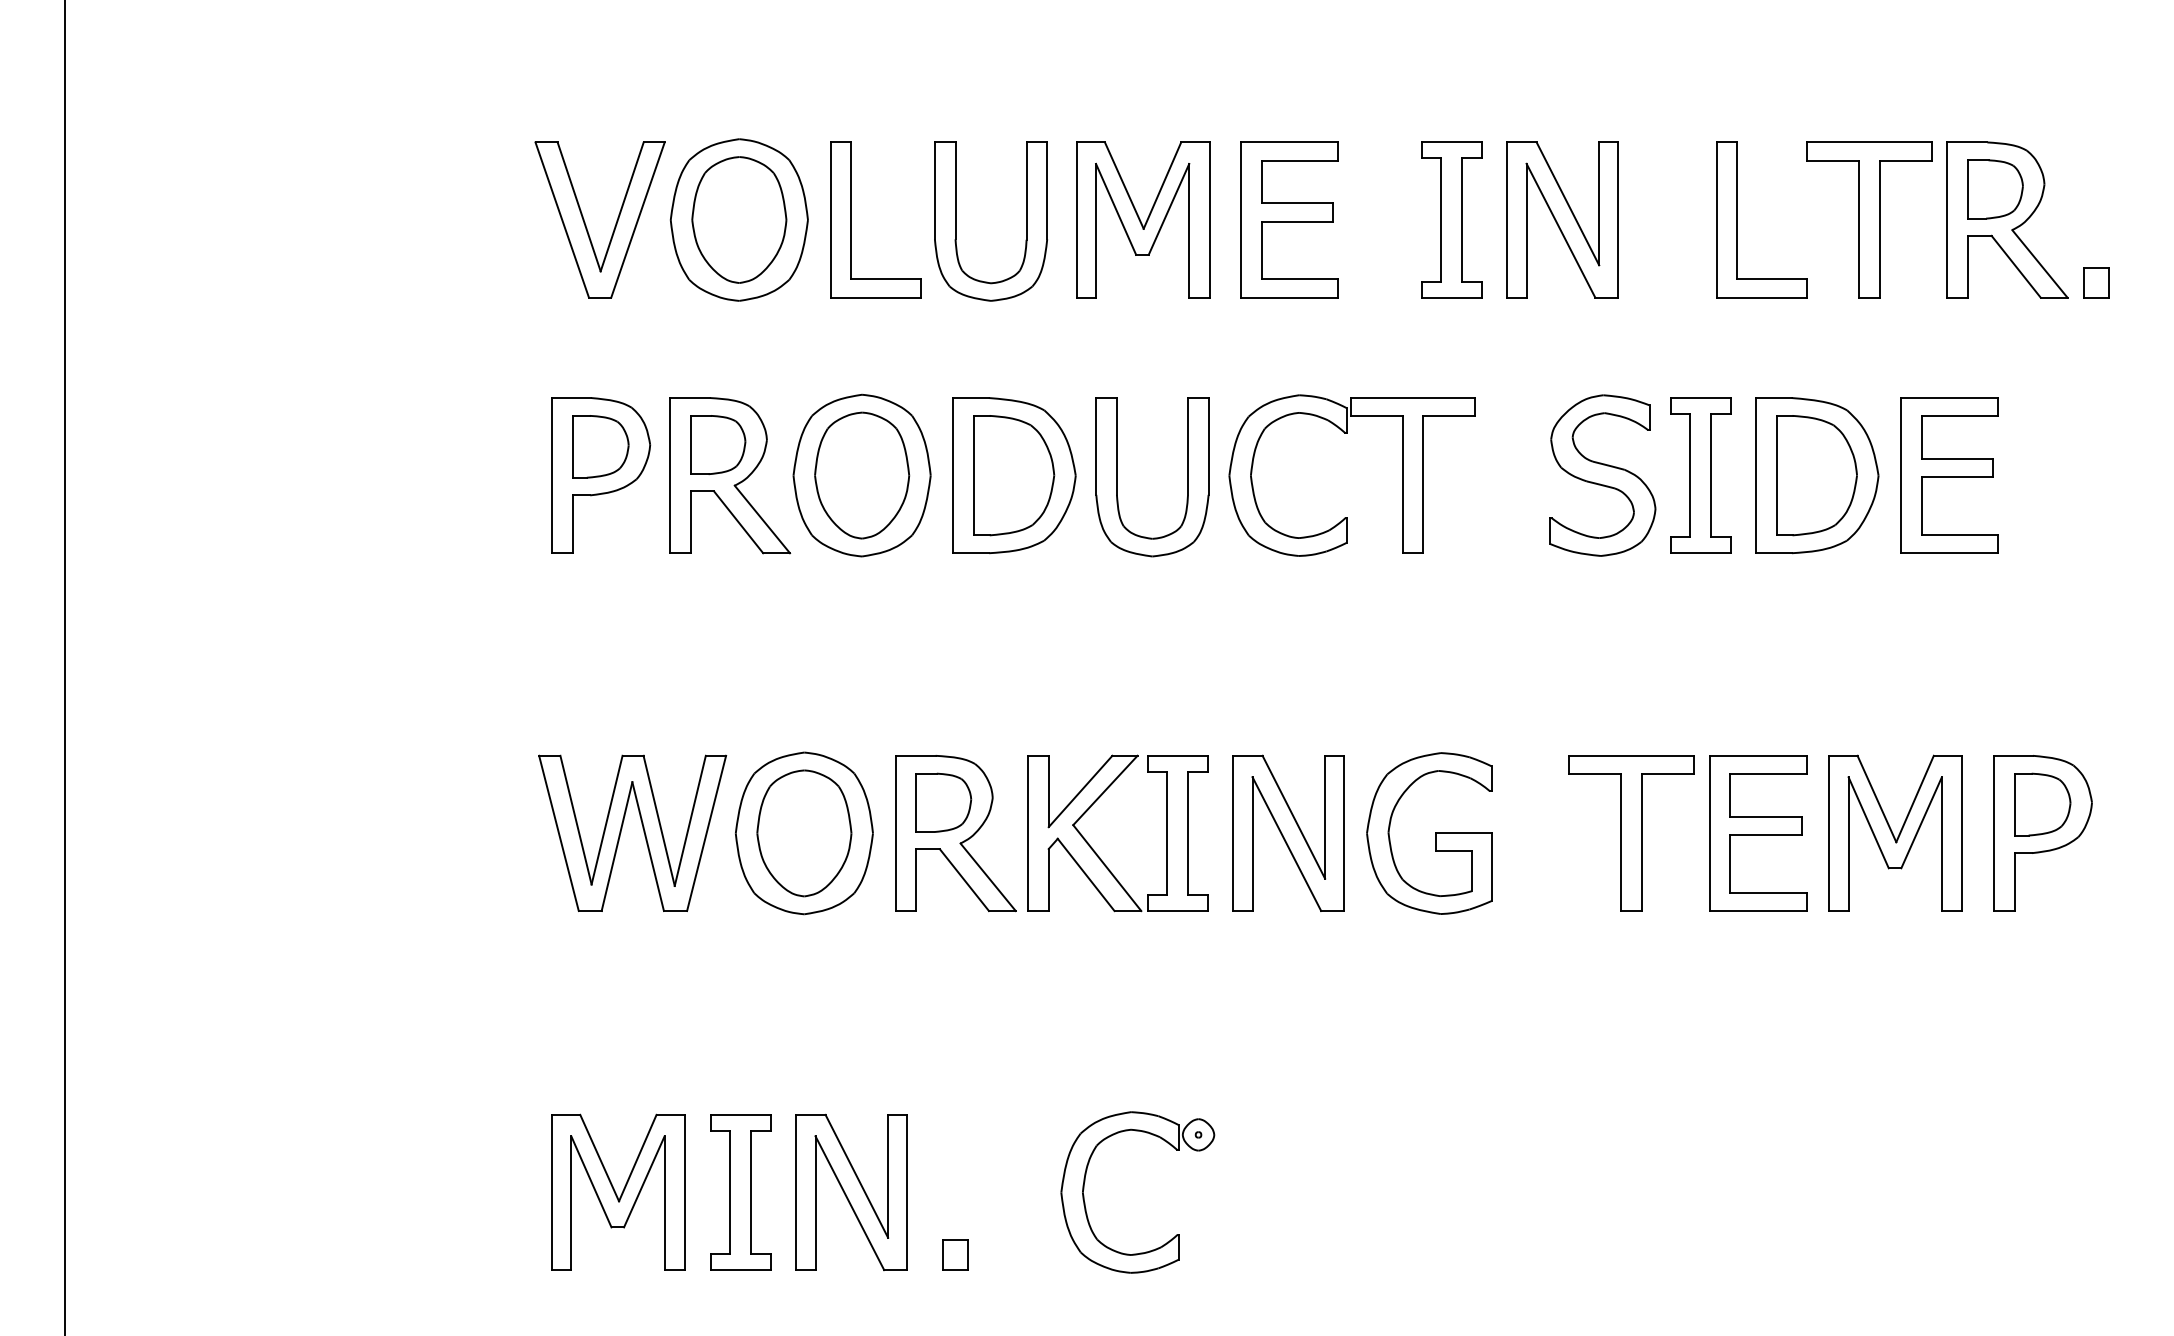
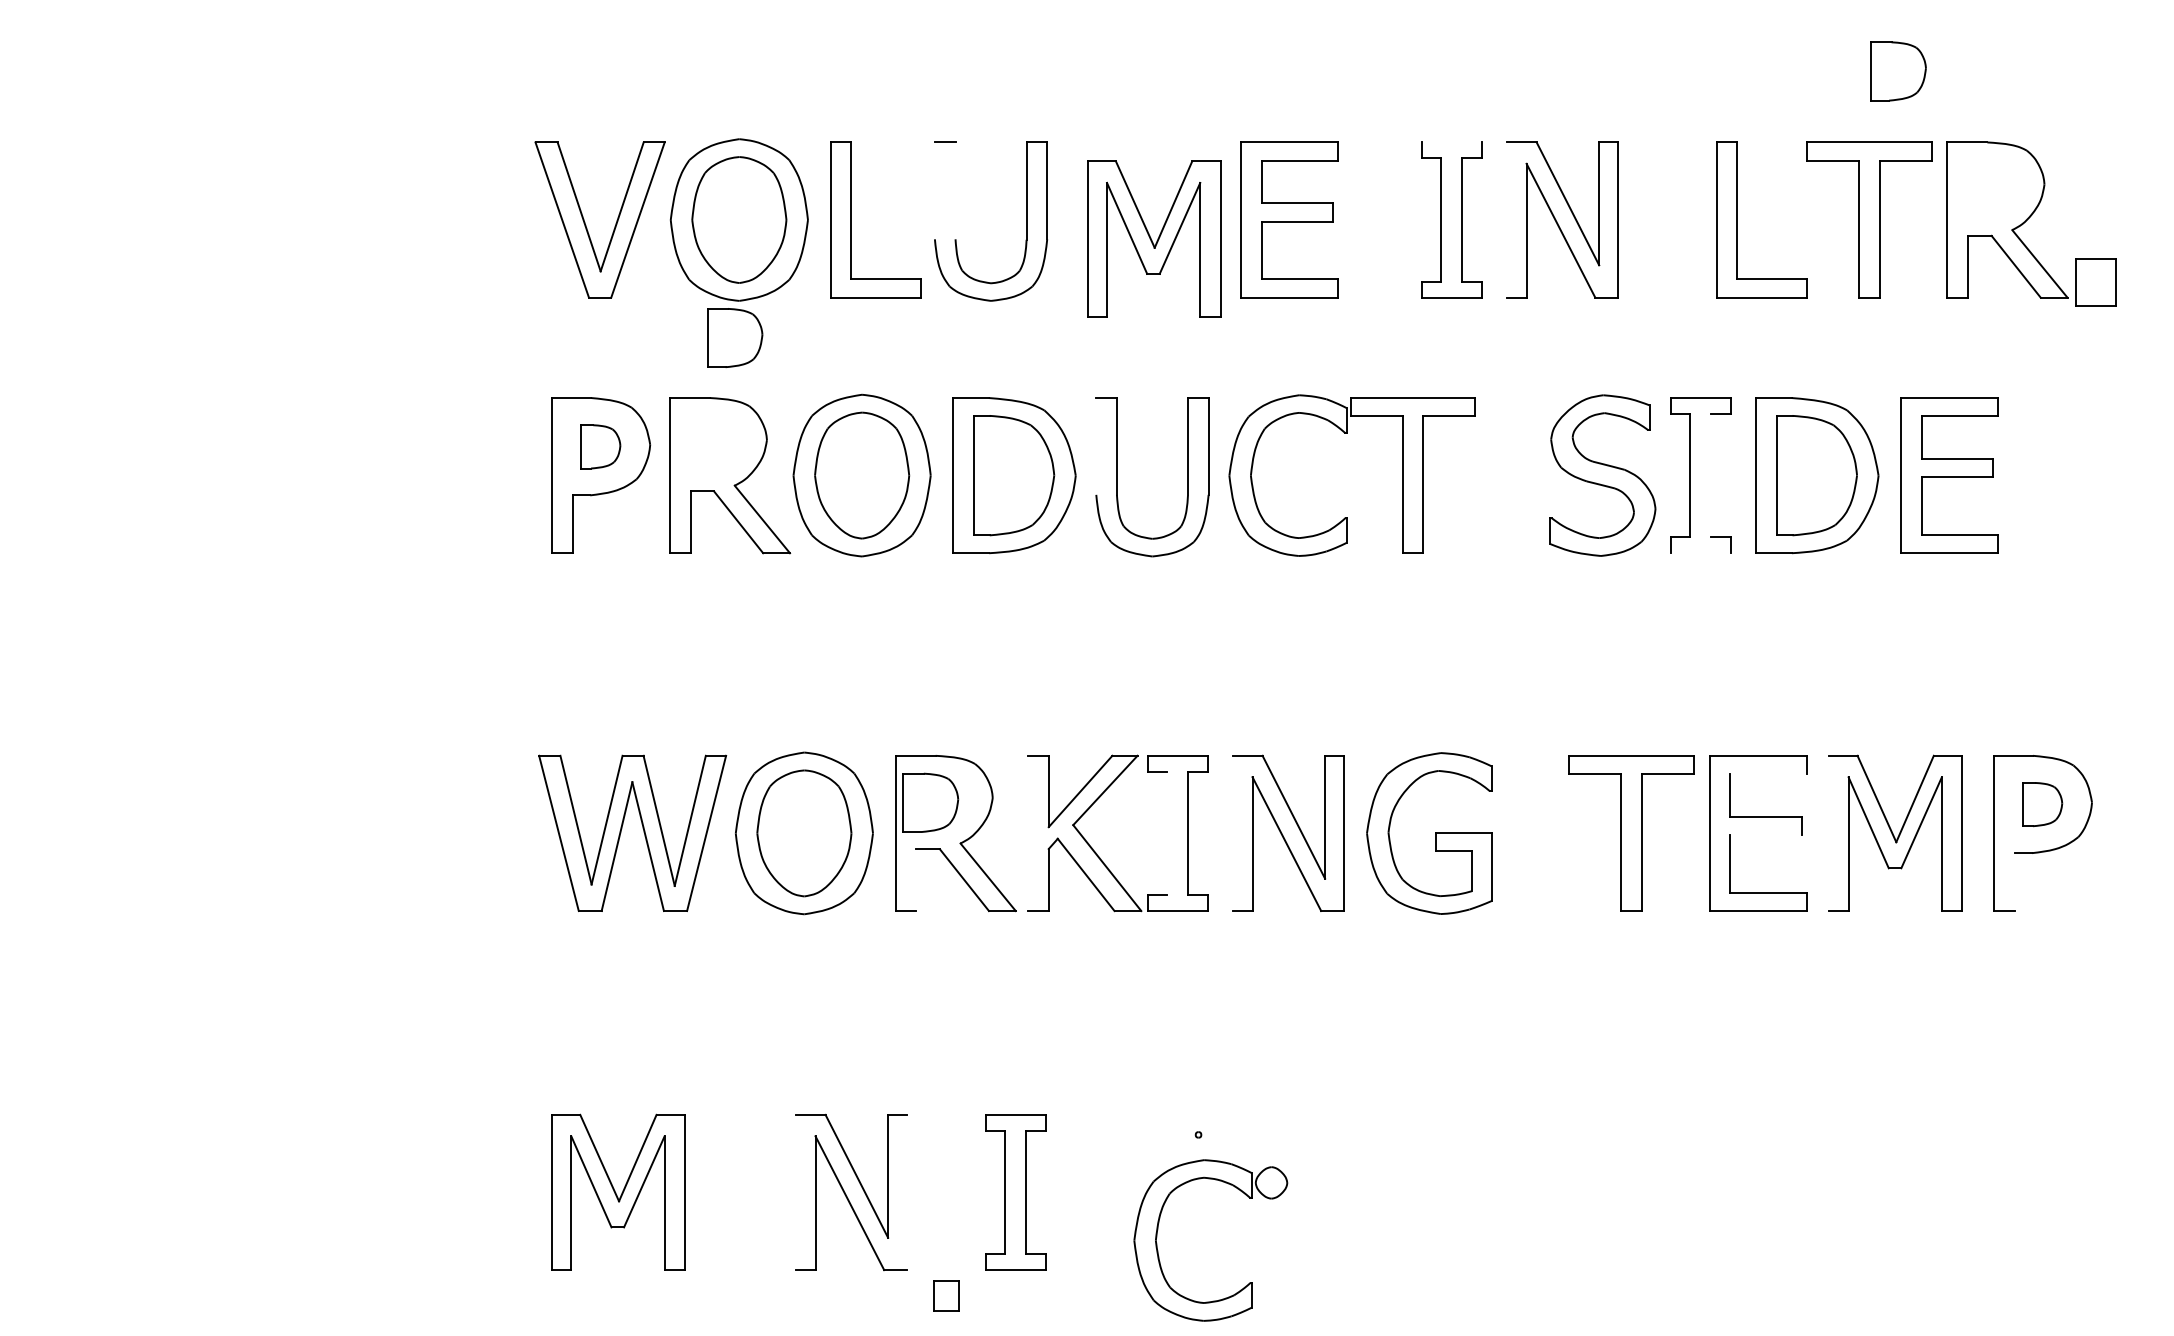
line at (1451, 142): present -> none
part at (1995, 189) position: (1995, 189) -> (1898, 71)
line at (934, 190): present -> none
line at (955, 190): present -> none
part at (1143, 219) position: (1143, 219) -> (1154, 238)
line at (1507, 219): present -> none
part at (2096, 282) size: 27x32 px -> 42x49 px
part at (718, 444) position: (718, 444) -> (735, 337)
part at (600, 446) size: 58x64 px -> 42x46 px
line at (1096, 446): present -> none
line at (1710, 475): present -> none
line at (1700, 553): present -> none
line at (65, 667): present -> none
line at (1768, 774): present -> none
part at (943, 802) position: (943, 802) -> (930, 802)
part at (2042, 804) size: 58x65 px -> 42x46 px
line at (1028, 833): present -> none
line at (1167, 833): present -> none
line at (1233, 833): present -> none
line at (1829, 833): present -> none
line at (1765, 835): present -> none
line at (916, 880): present -> none
line at (2014, 882): present -> none
part at (740, 1192) position: (740, 1192) -> (1015, 1192)
line at (796, 1192): present -> none
line at (907, 1192): present -> none
part at (1085, 1202) position: (1085, 1202) -> (1158, 1250)
part at (955, 1254) position: (955, 1254) -> (946, 1295)
